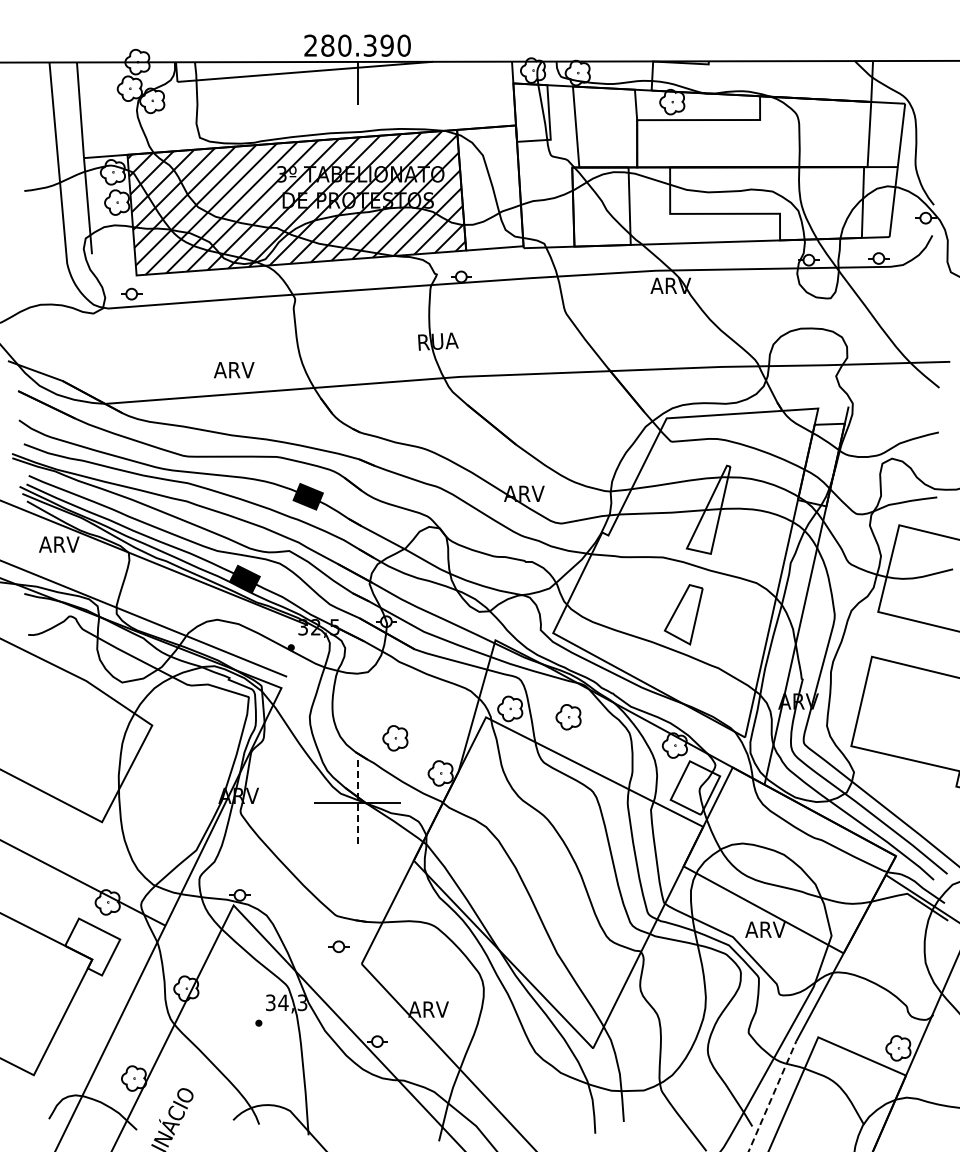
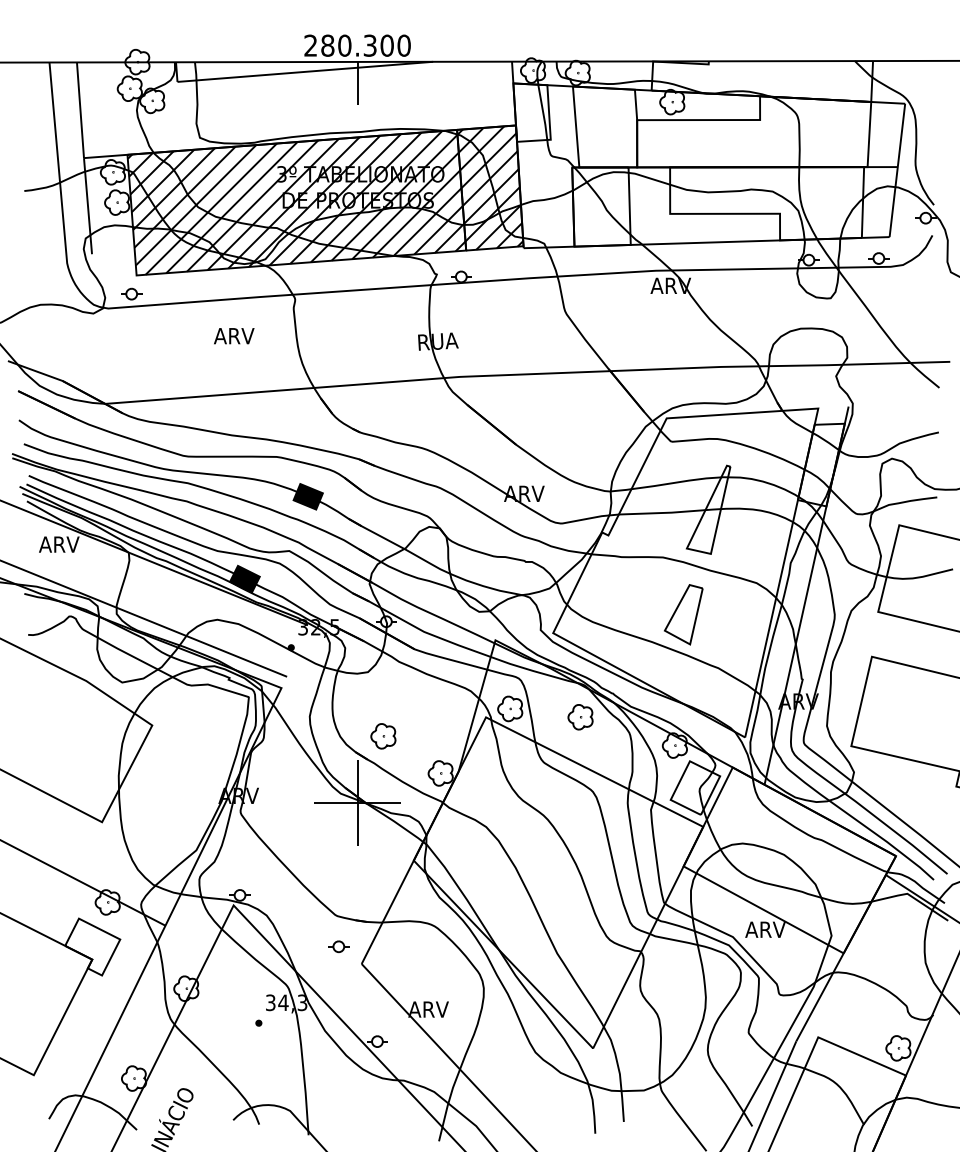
text at (386, 45): 280.390 -> 280.300
hatch at (490, 187): none -> present
text at (234, 370) position: (234, 370) -> (234, 336)
part at (568, 717) position: (568, 717) -> (580, 717)
part at (395, 738) position: (395, 738) -> (383, 736)
line at (357, 803): dashed -> solid
line at (772, 1096): dashed -> solid
